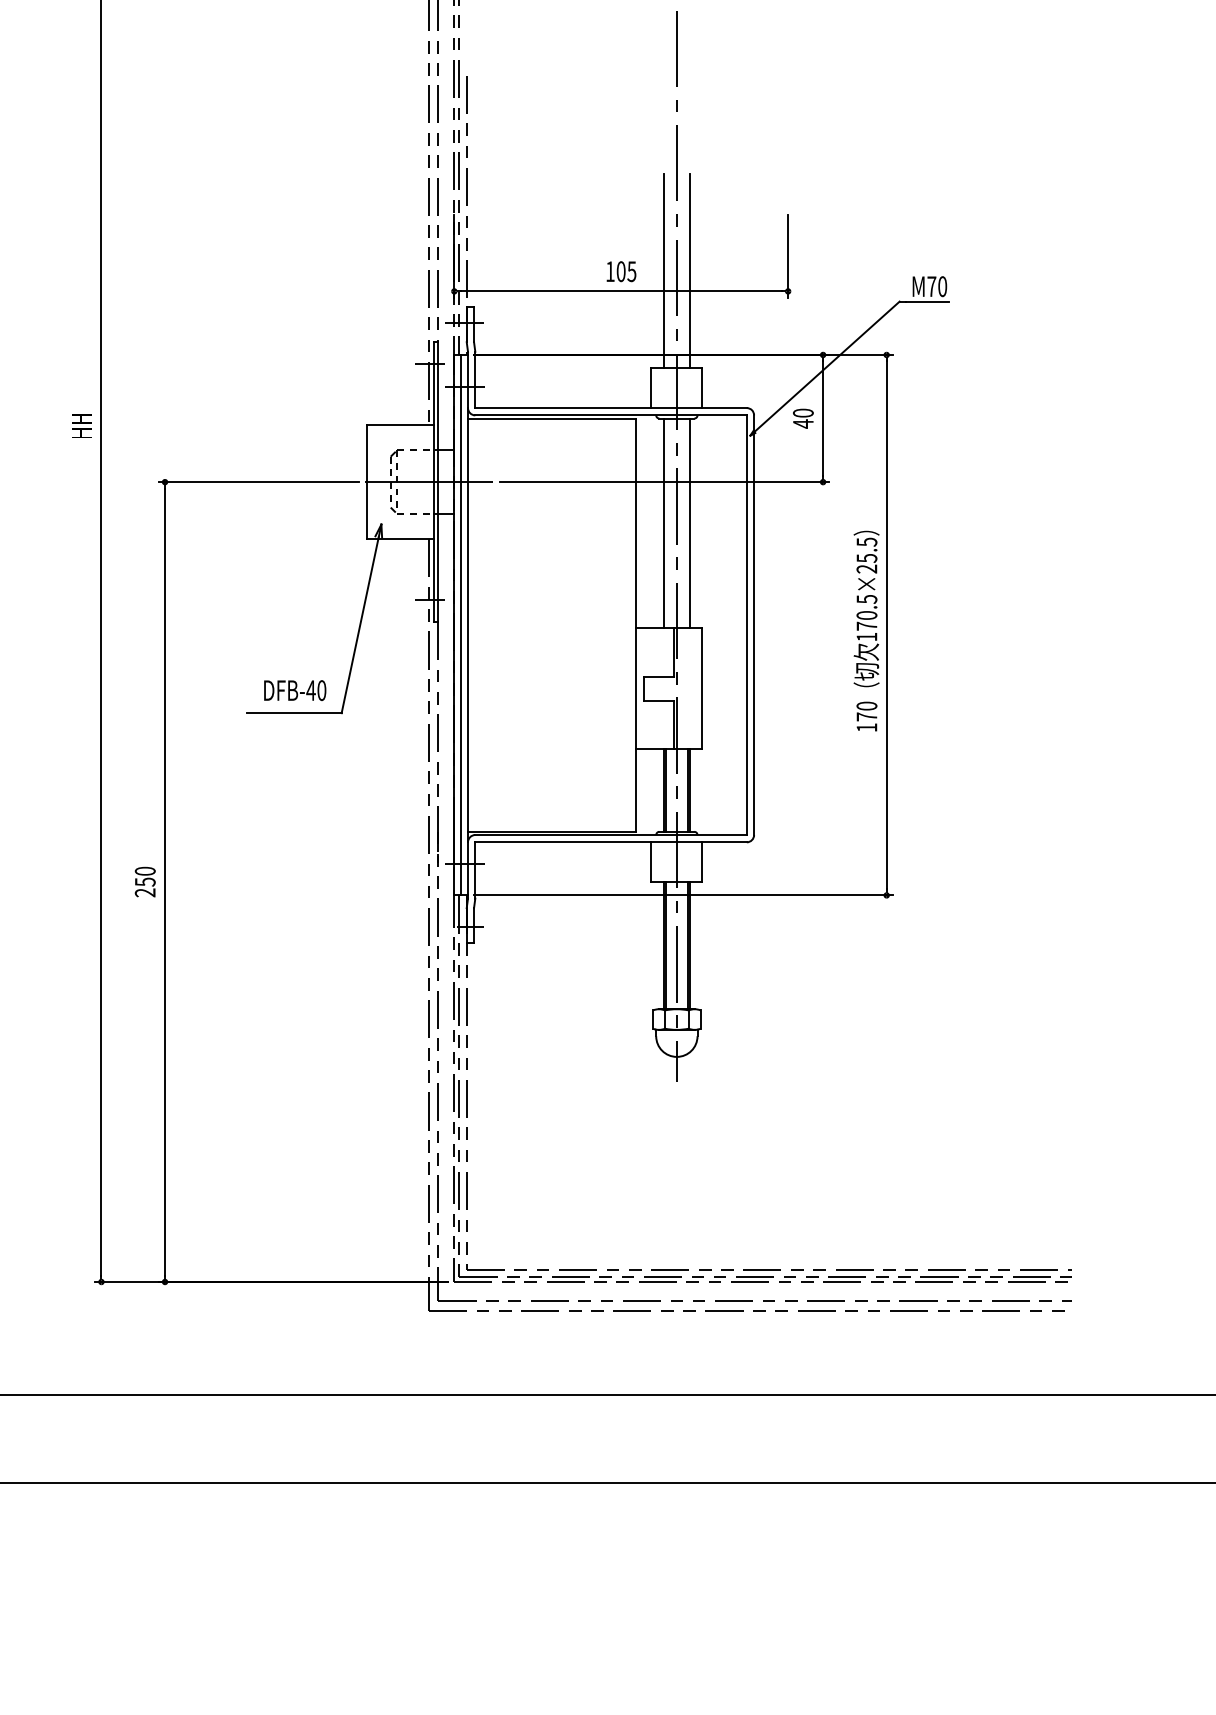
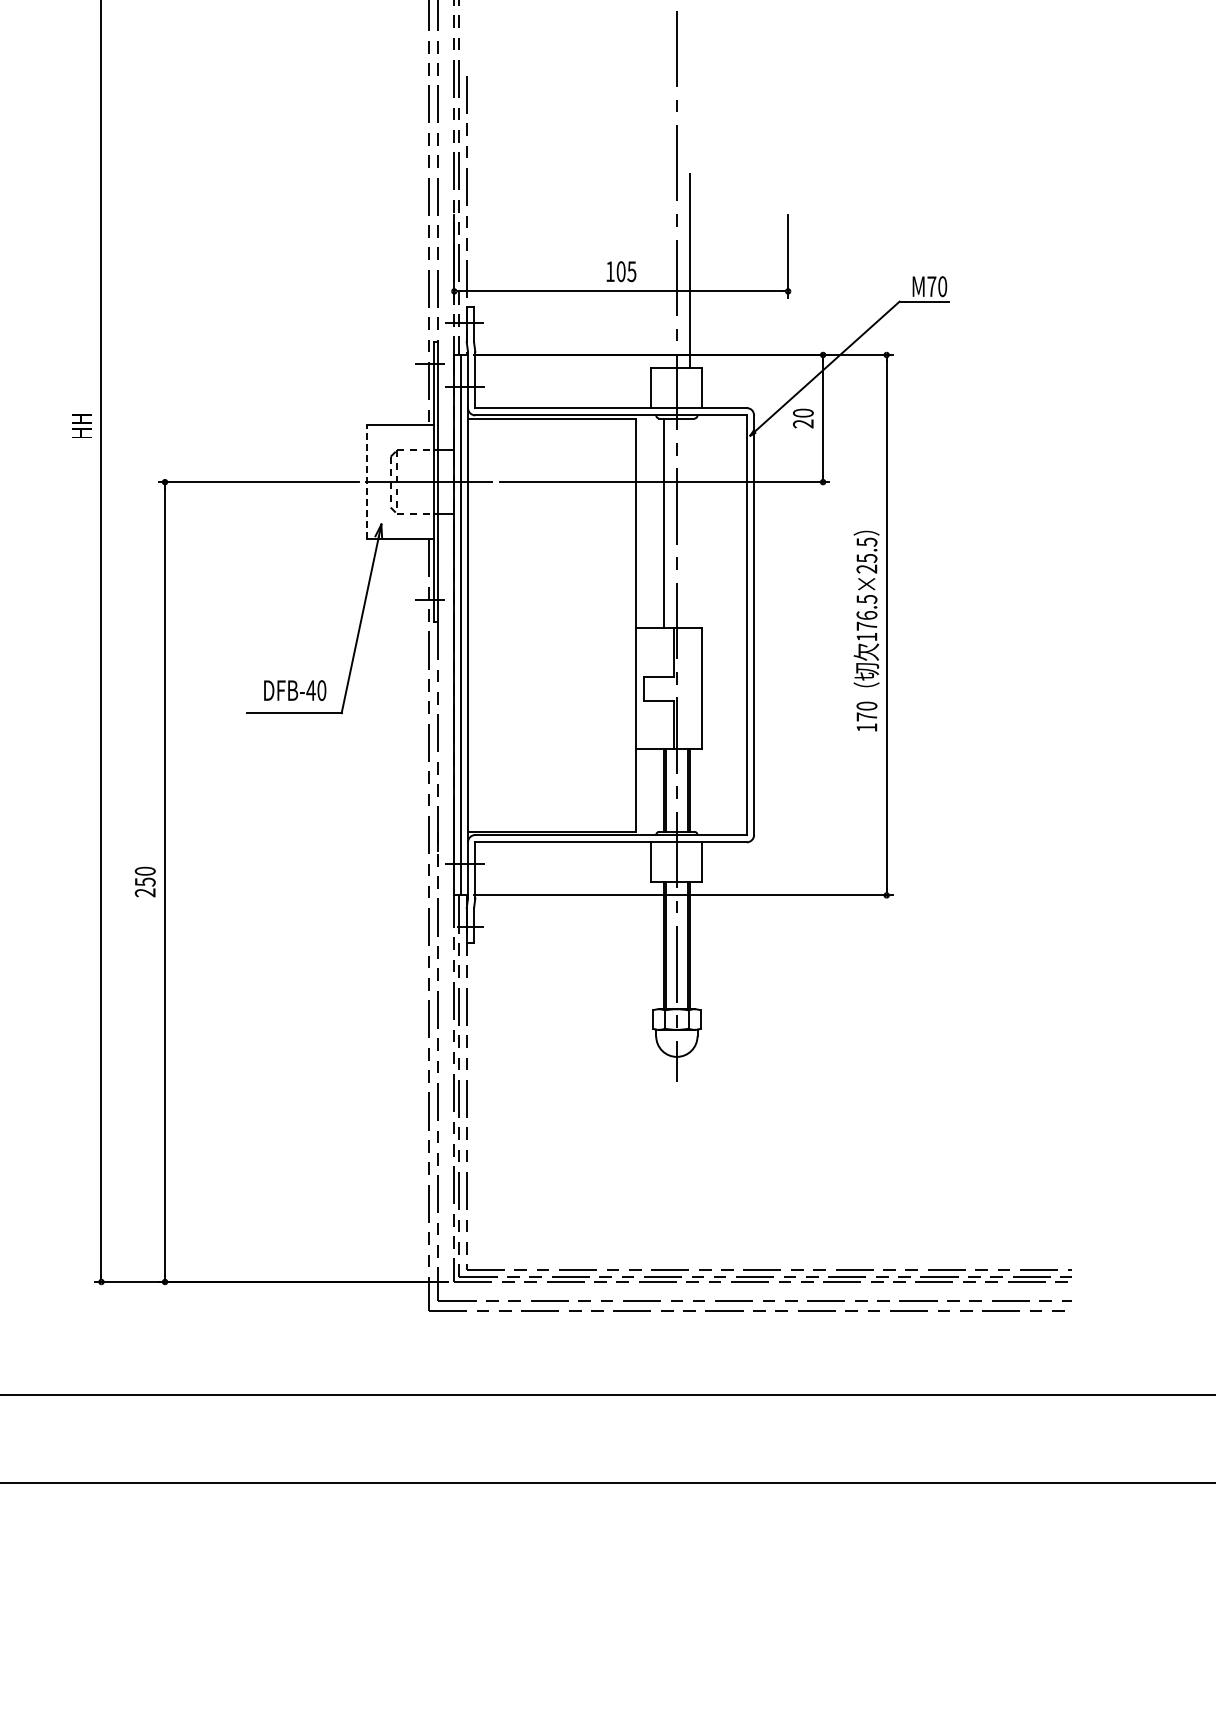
line at (664, 271): present -> none
text at (802, 423): 40 -> 20
line at (366, 481): solid -> dashed
line at (689, 523): present -> none
text at (866, 615): 170.5×25.5 -> 176.5×25.5
